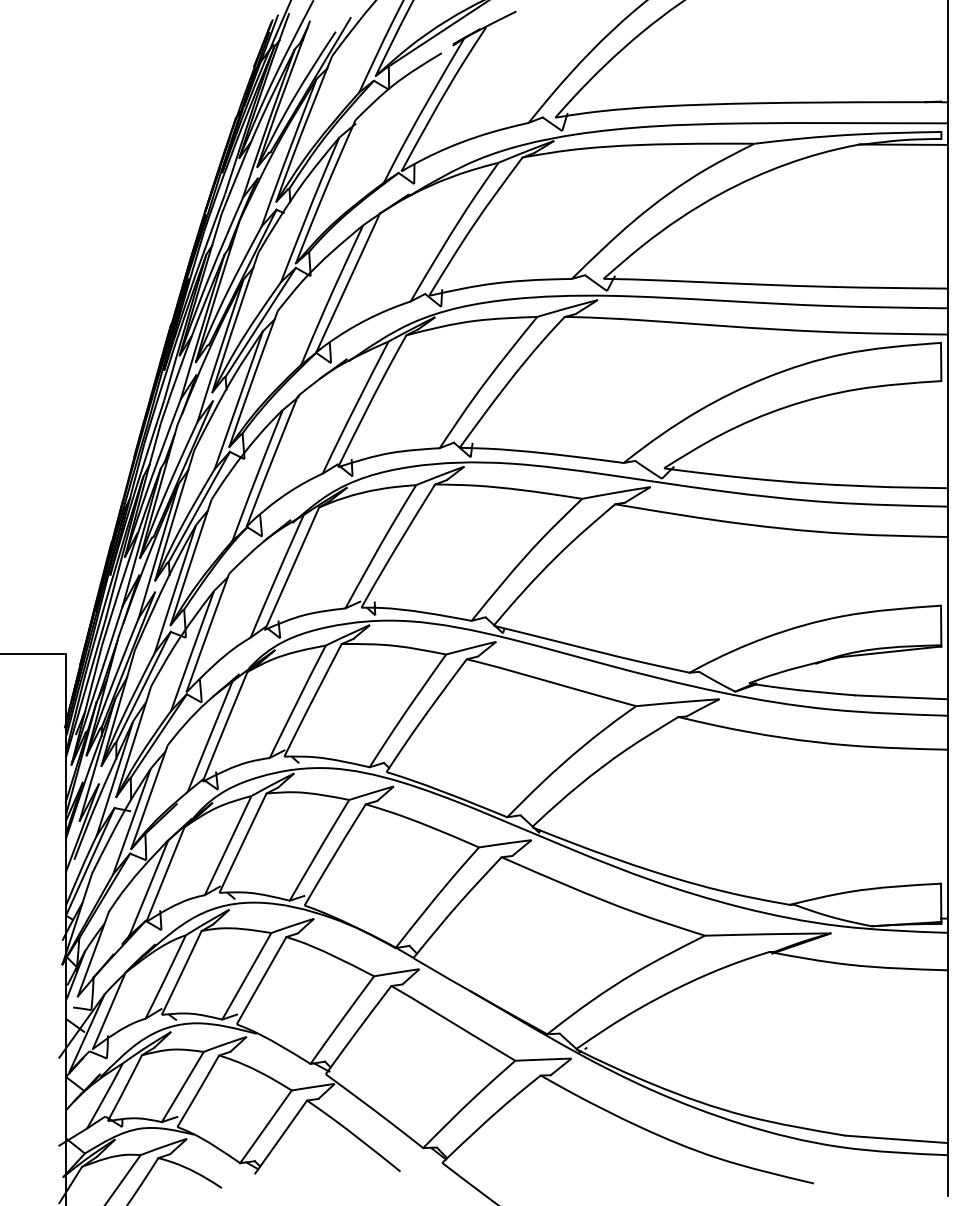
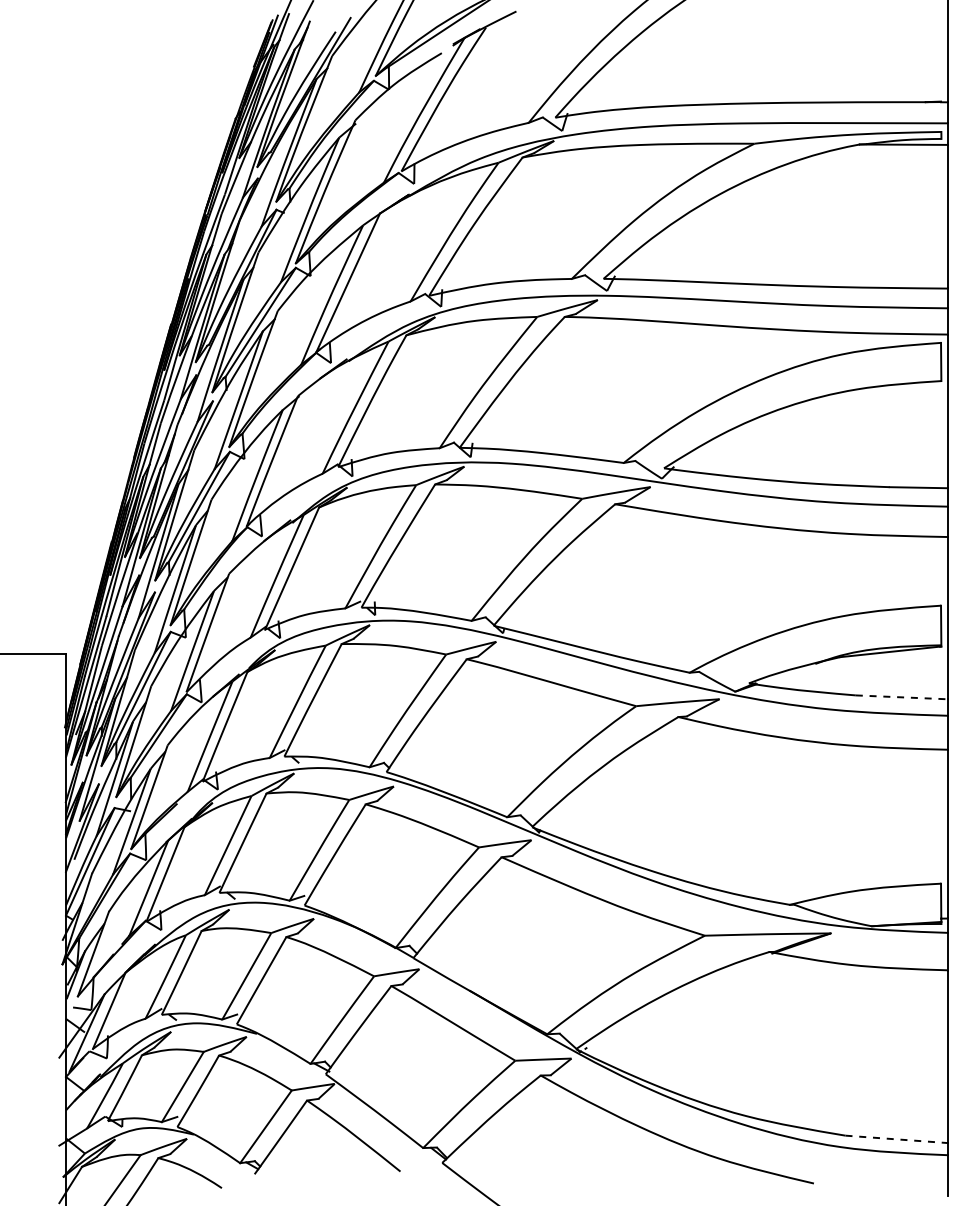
line at (901, 697): solid -> dashed
line at (897, 1139): solid -> dashed
